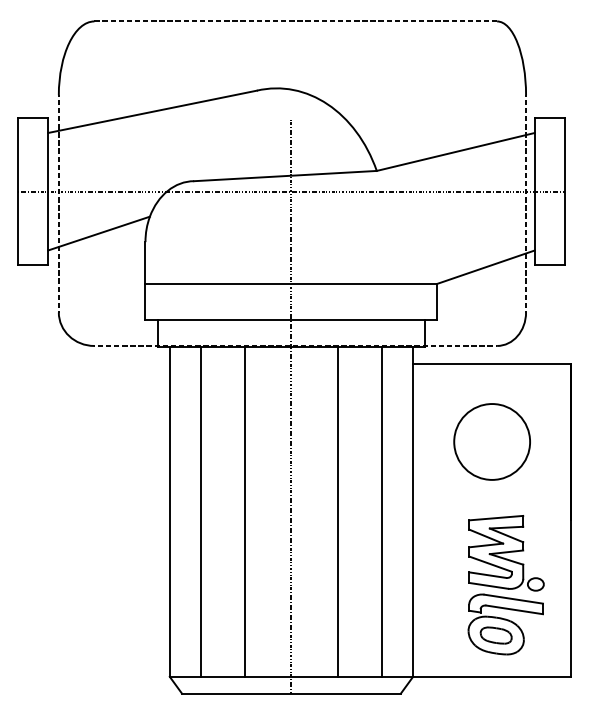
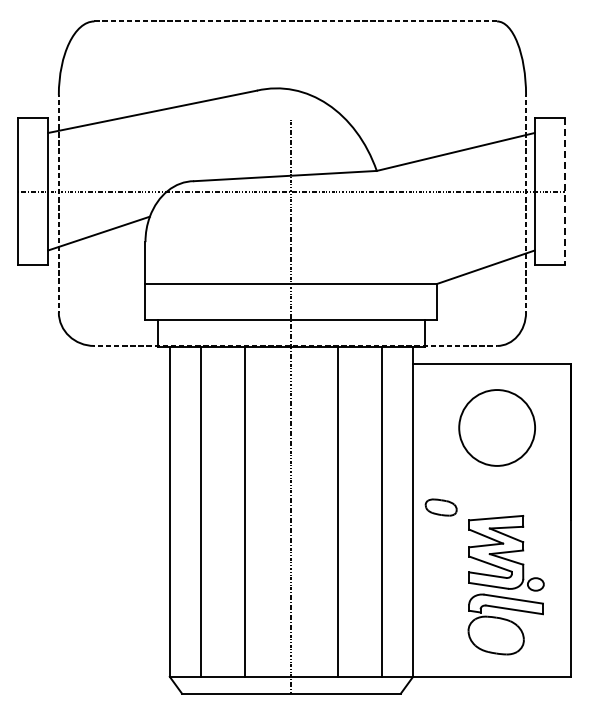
line at (565, 192): solid -> dashed
circle at (491, 441) position: (491, 441) -> (496, 427)
part at (495, 635) position: (495, 635) -> (440, 507)
